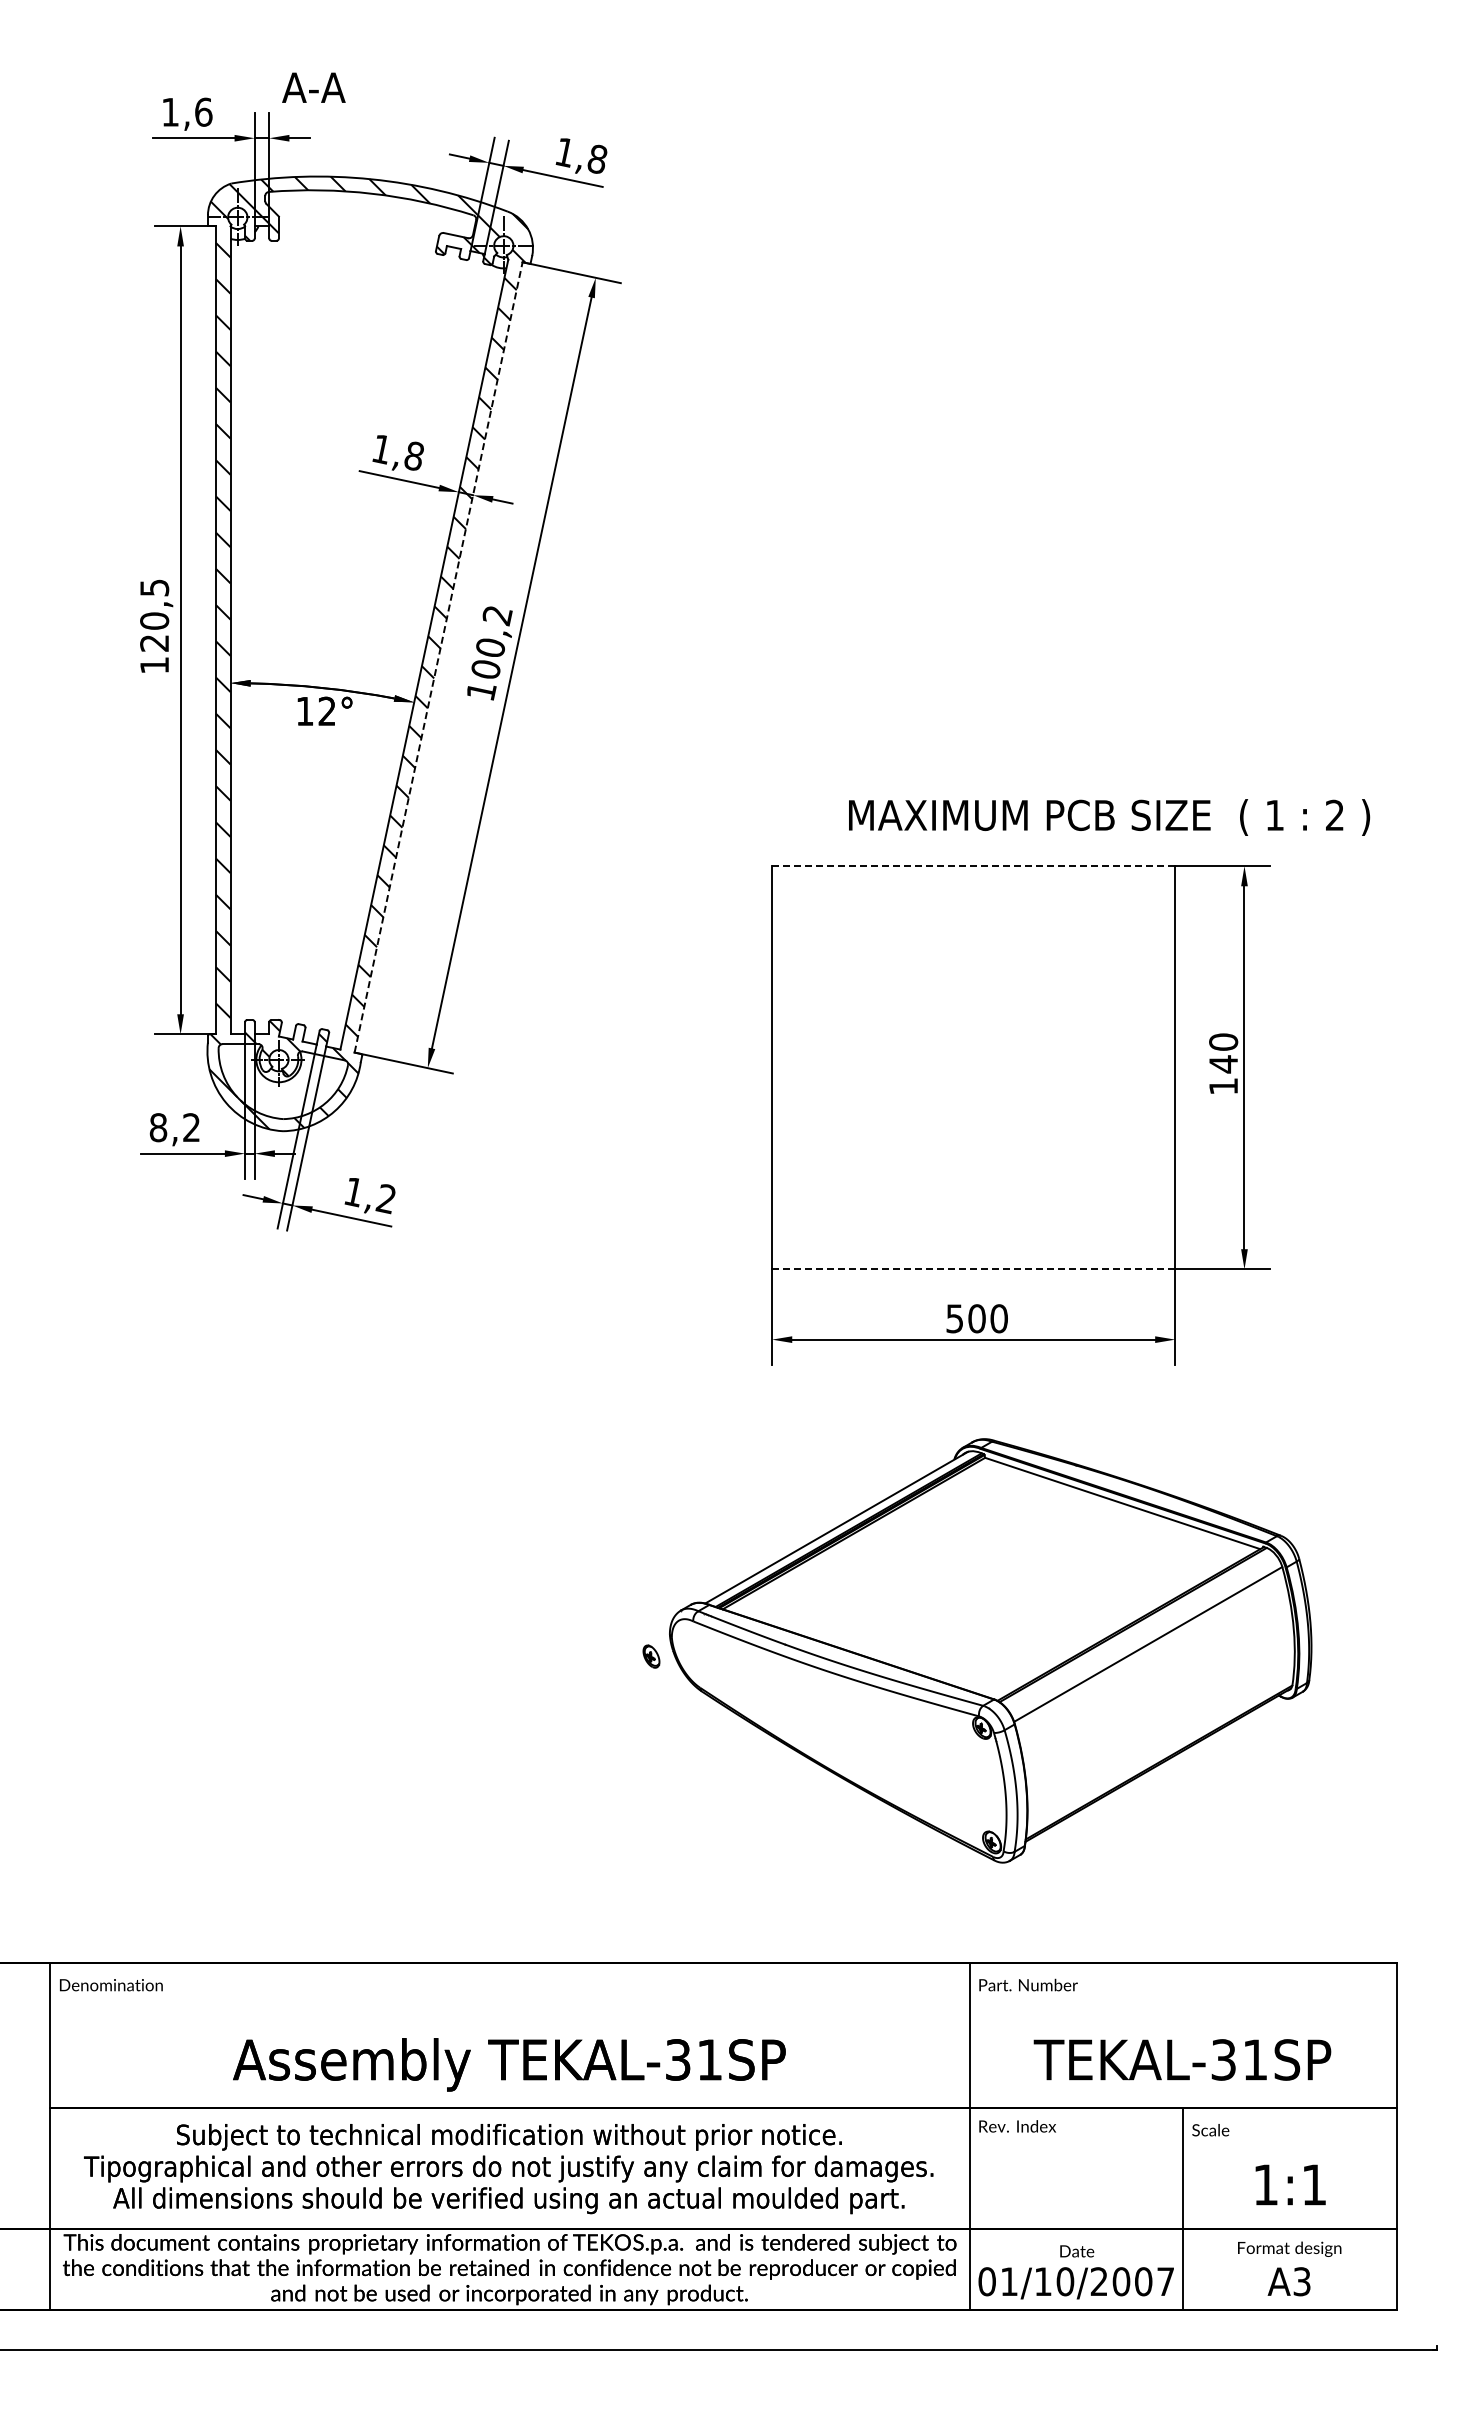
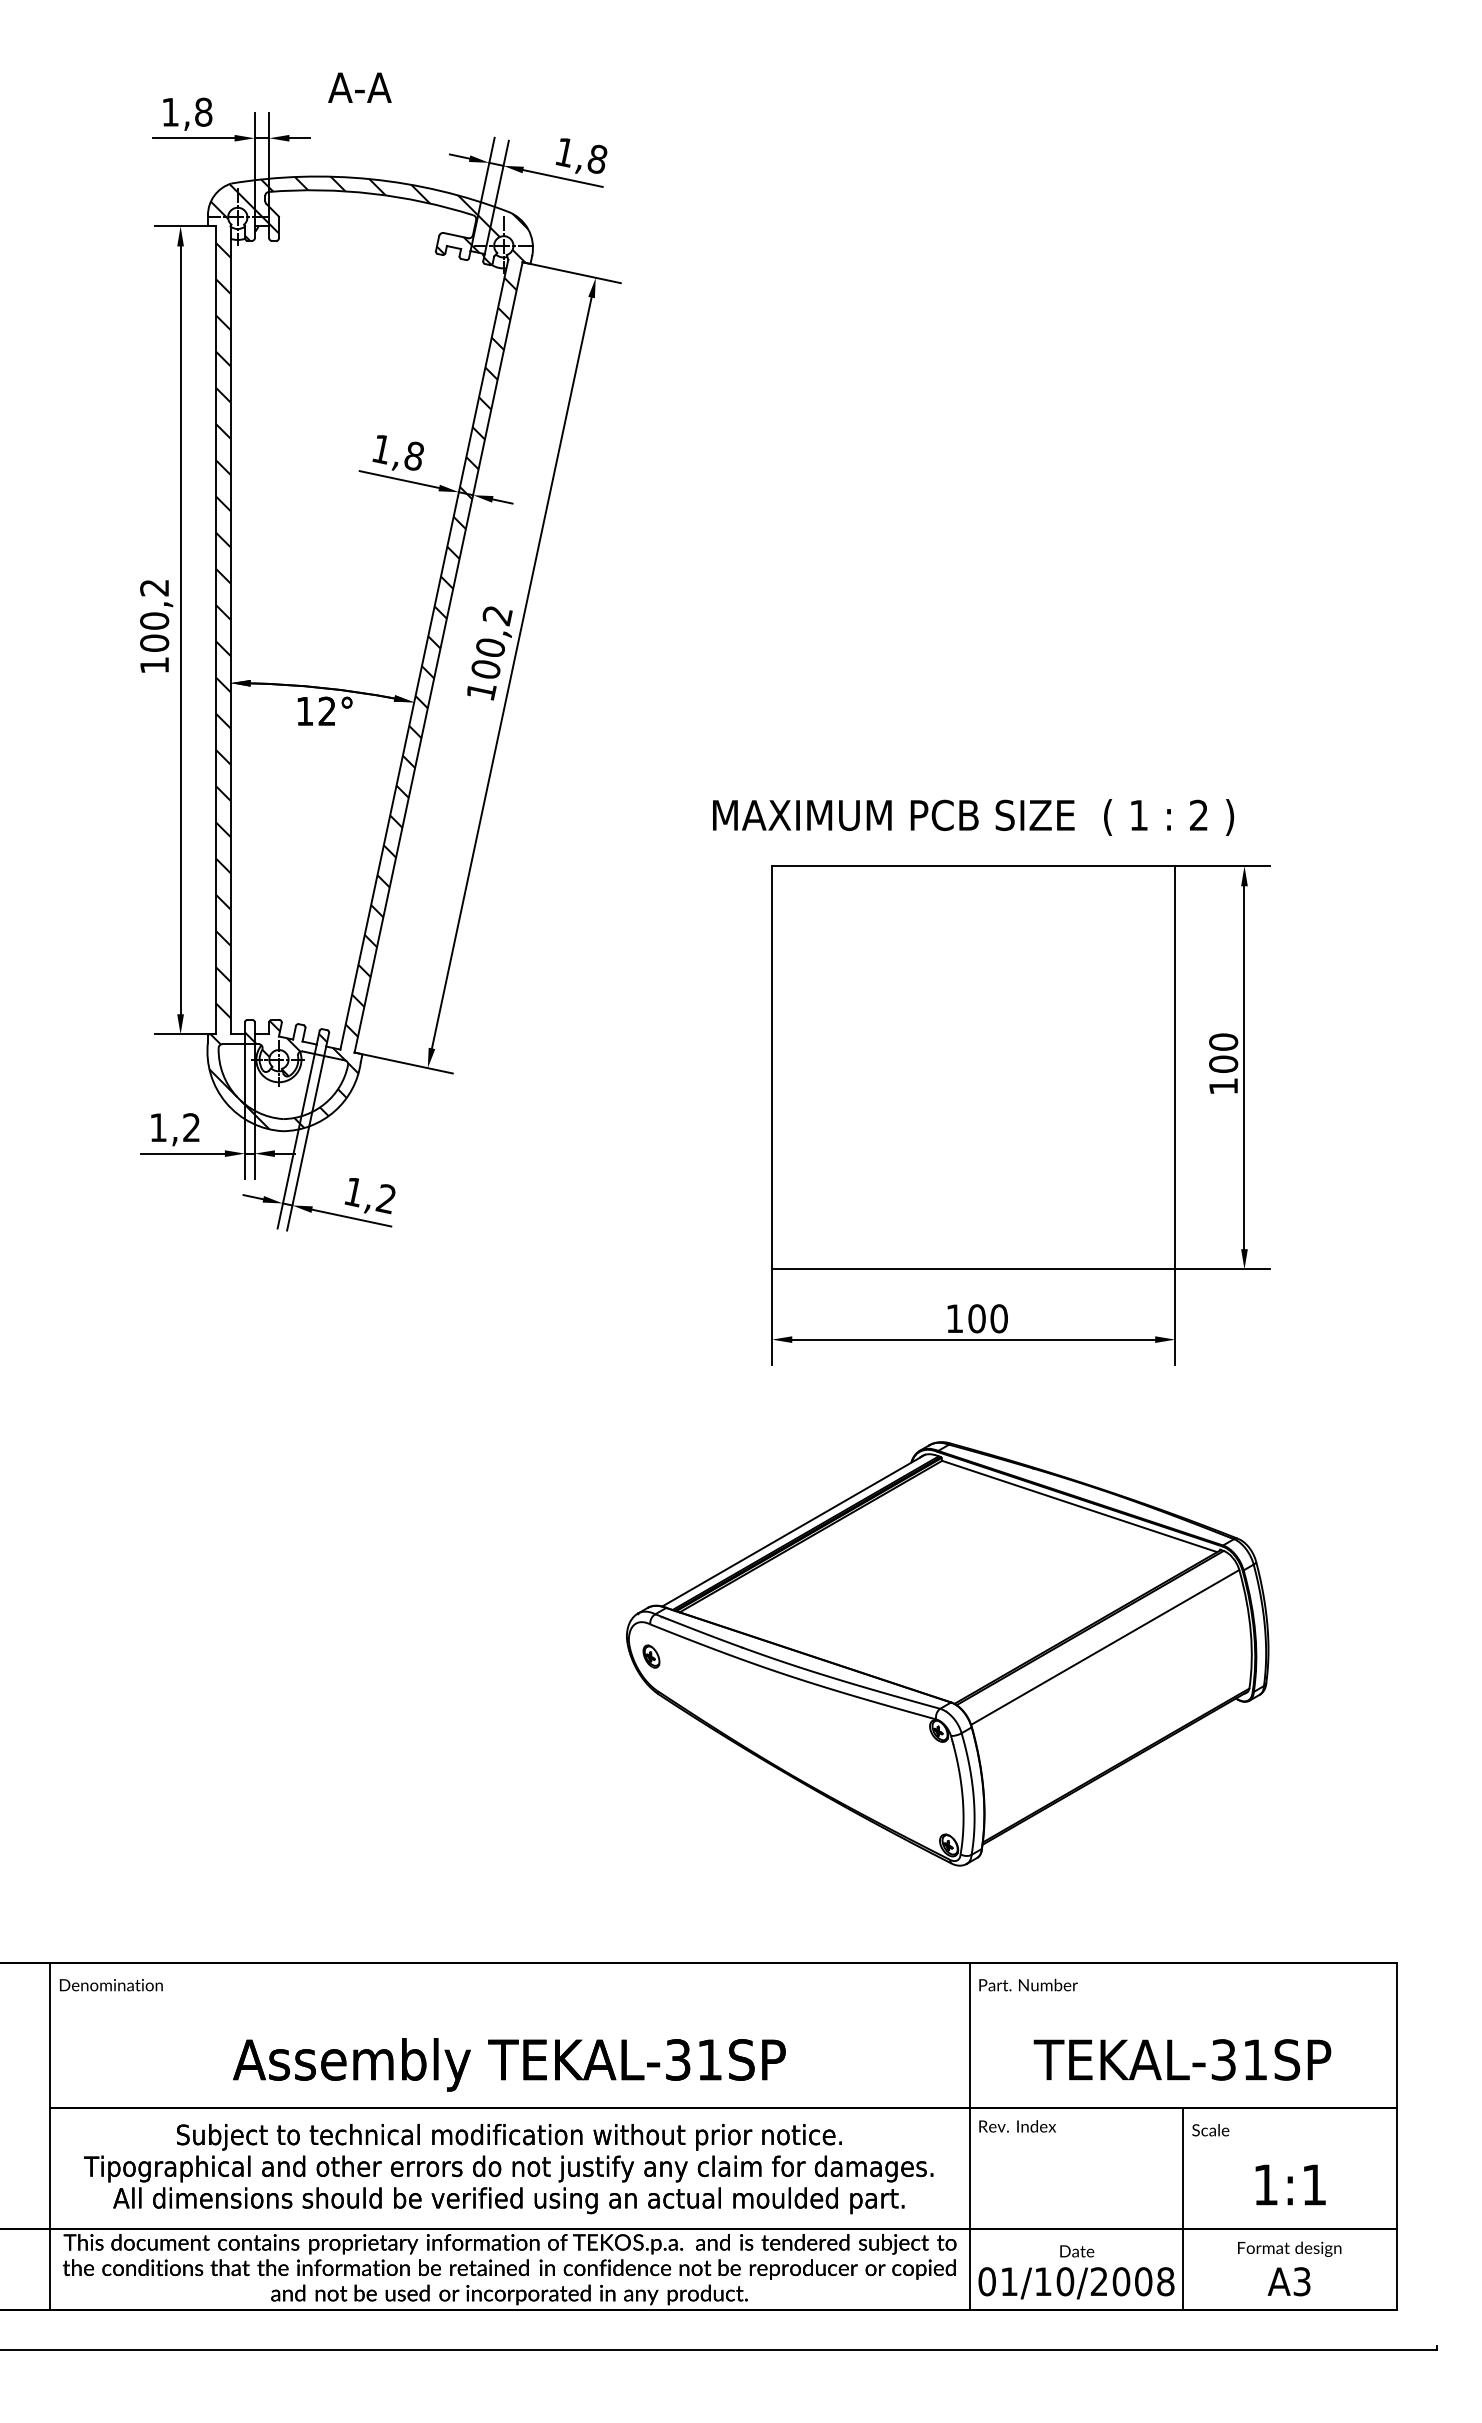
text at (313, 87) position: (313, 87) -> (359, 87)
text at (203, 111): 1,6 -> 1,8
text at (154, 615): 120,5 -> 100,2
line at (438, 657): dashed -> solid
text at (1109, 817) position: (1109, 817) -> (973, 817)
line at (973, 866): dashed -> solid
text at (1223, 1064): 140 -> 100
text at (158, 1127): 8,2 -> 1,2
line at (973, 1269): dashed -> solid
text at (954, 1318): 500 -> 100
part at (990, 1650) position: (990, 1650) -> (947, 1653)
text at (1165, 2281): 01/10/2007 -> 01/10/2008
